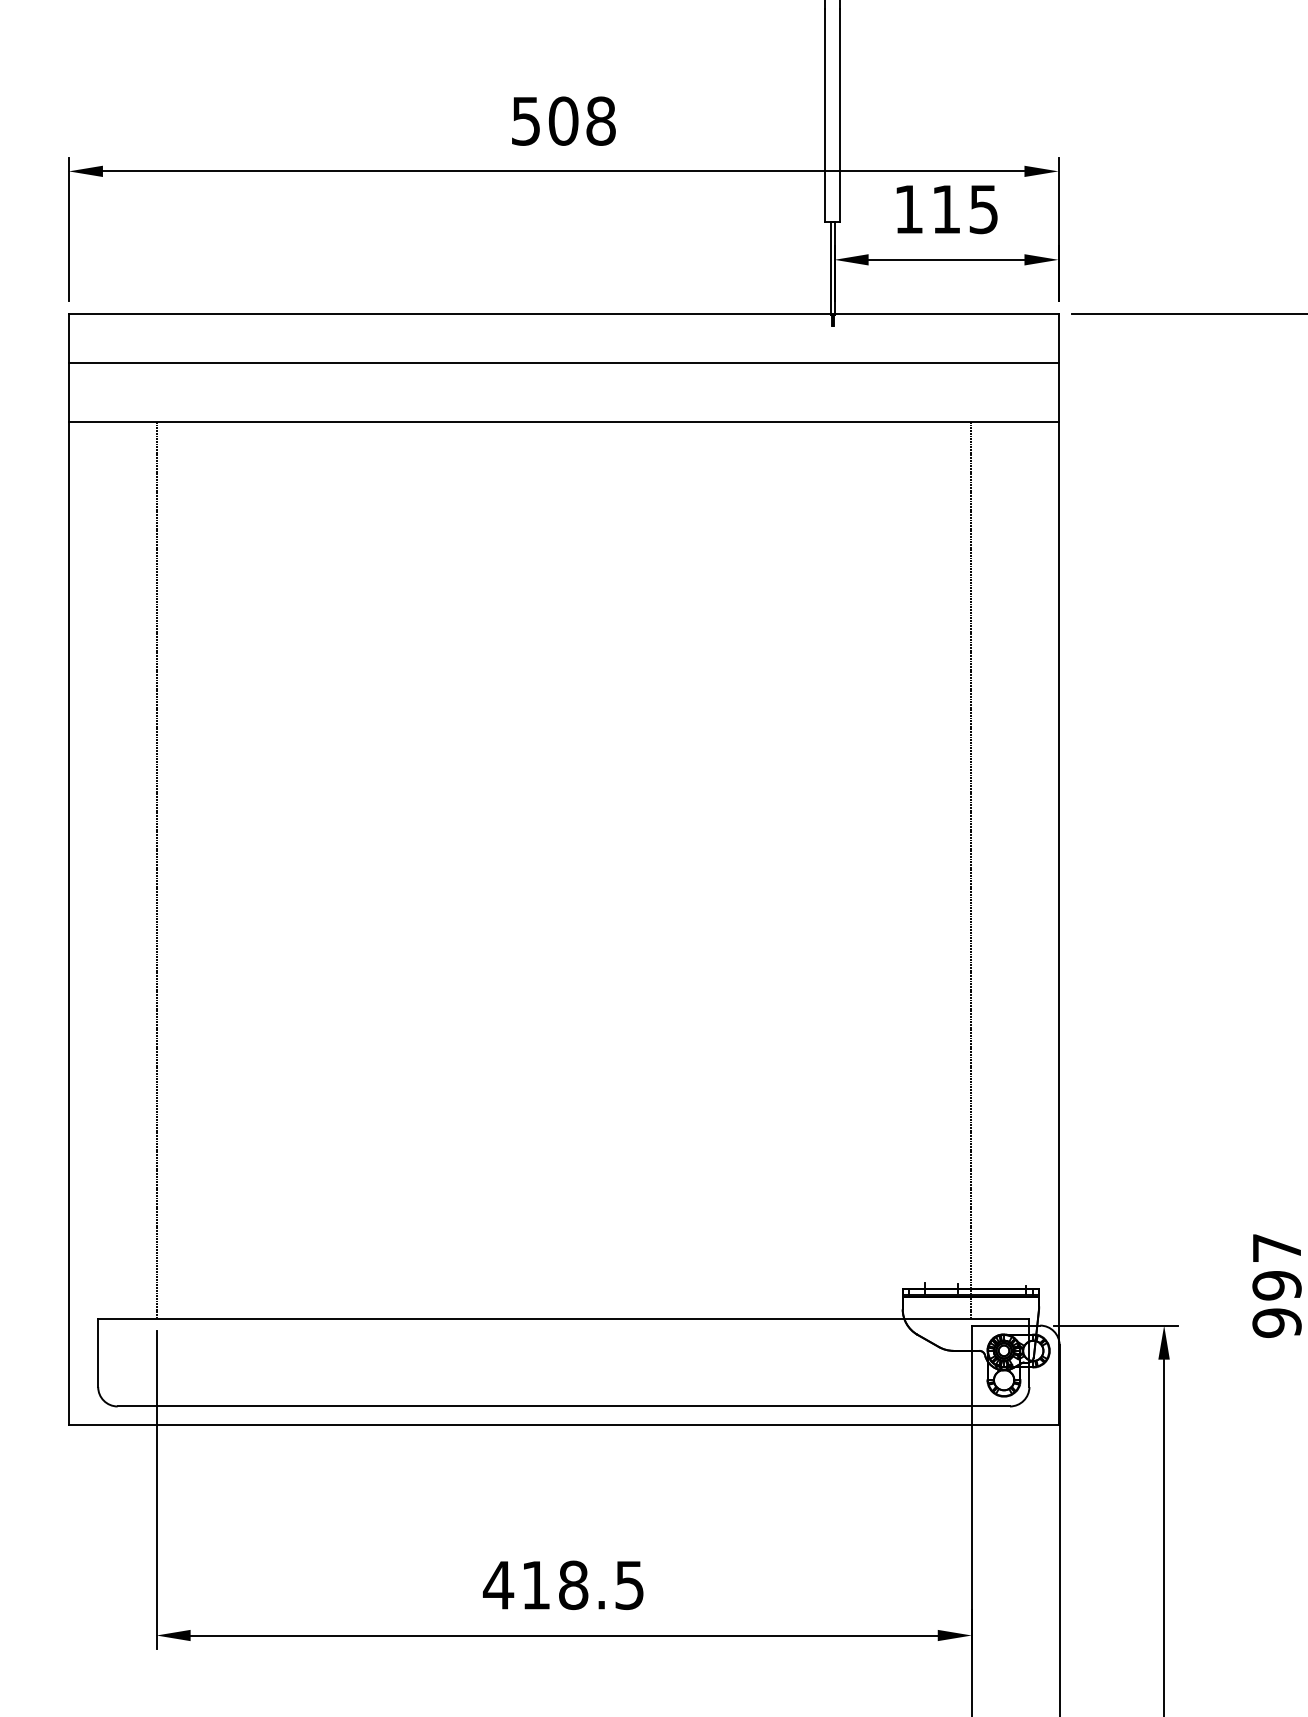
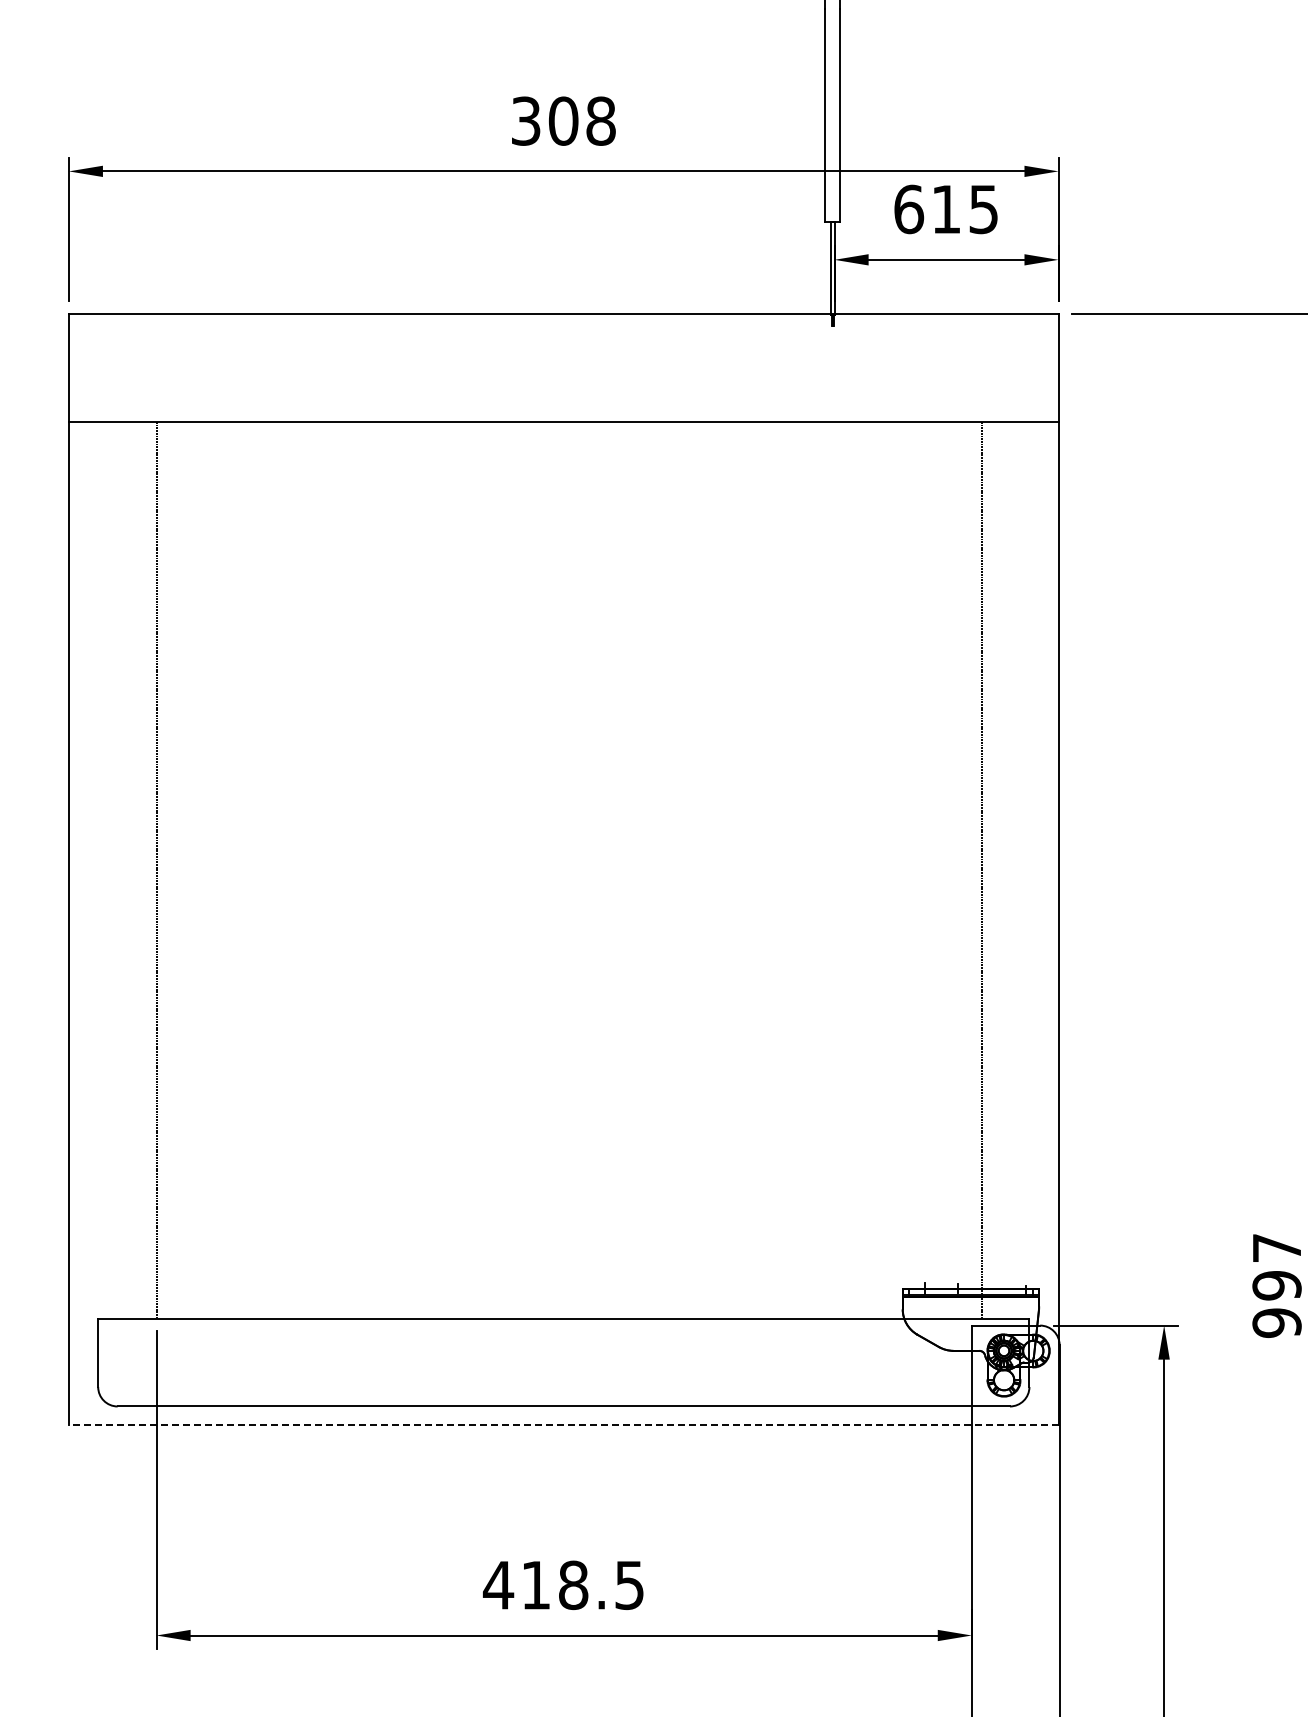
text at (526, 120): 508 -> 308
text at (909, 209): 115 -> 615
line at (563, 363): present -> none
line at (970, 869) position: (970, 869) -> (981, 869)
line at (563, 1424): solid -> dashed
